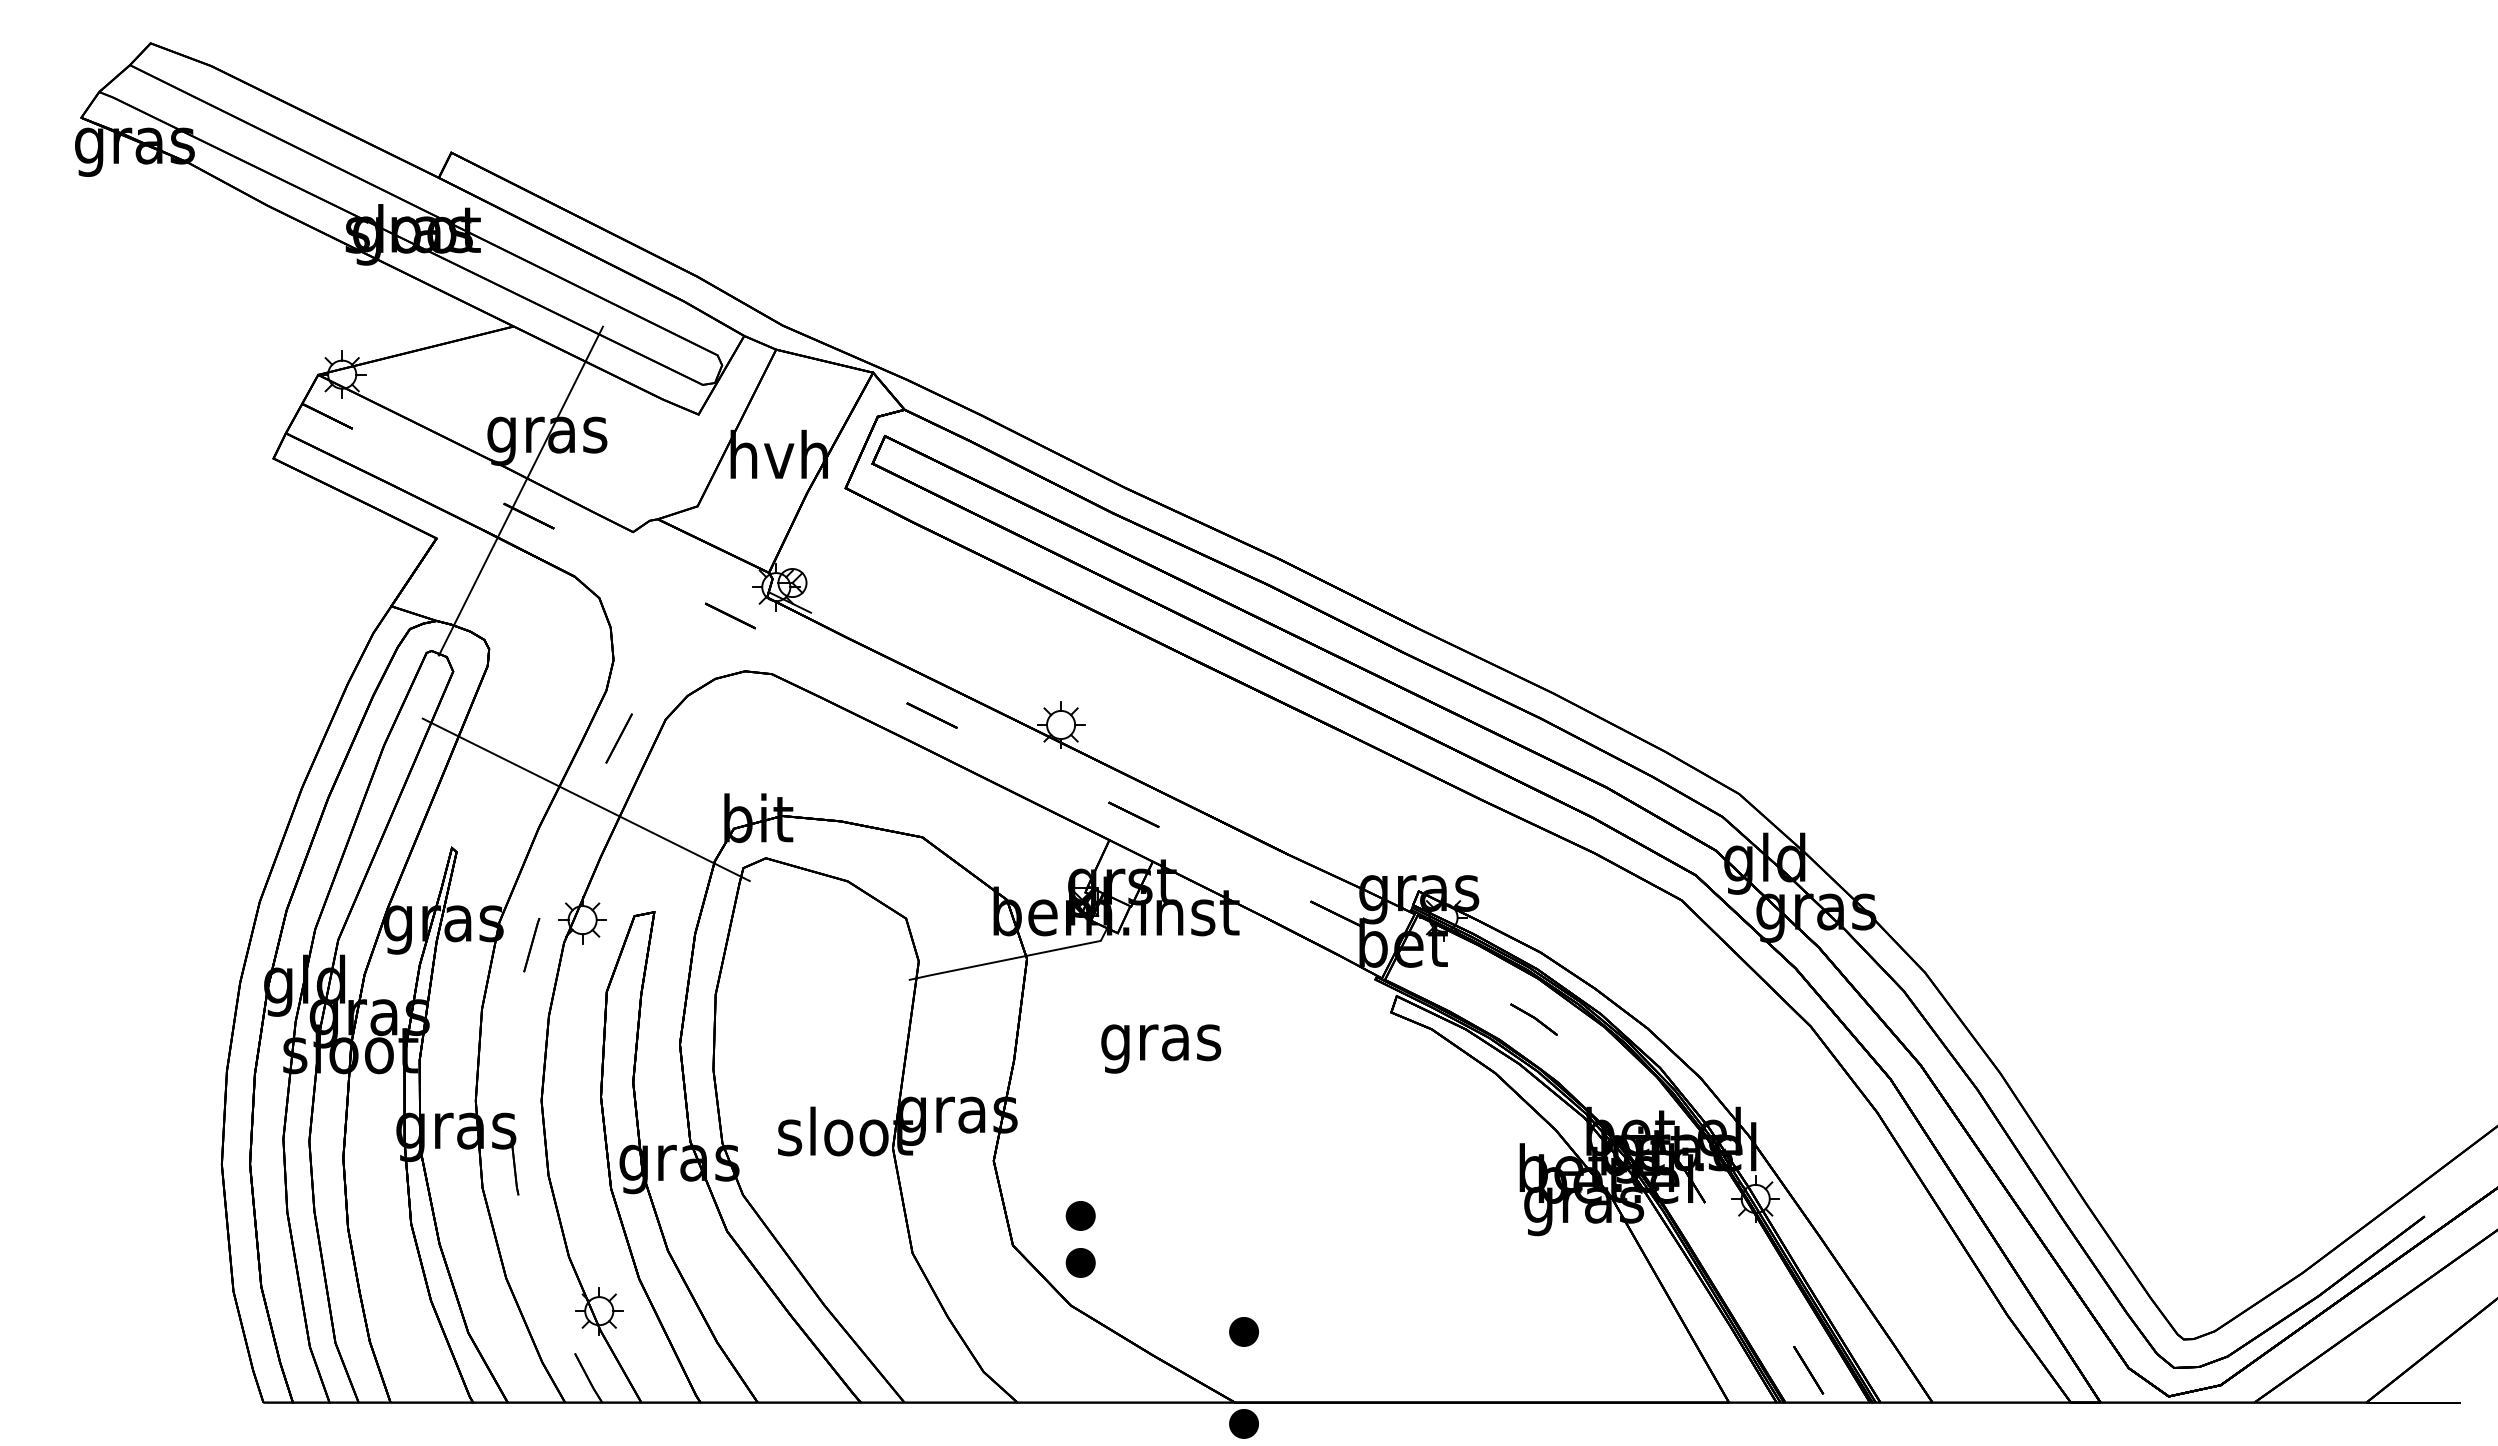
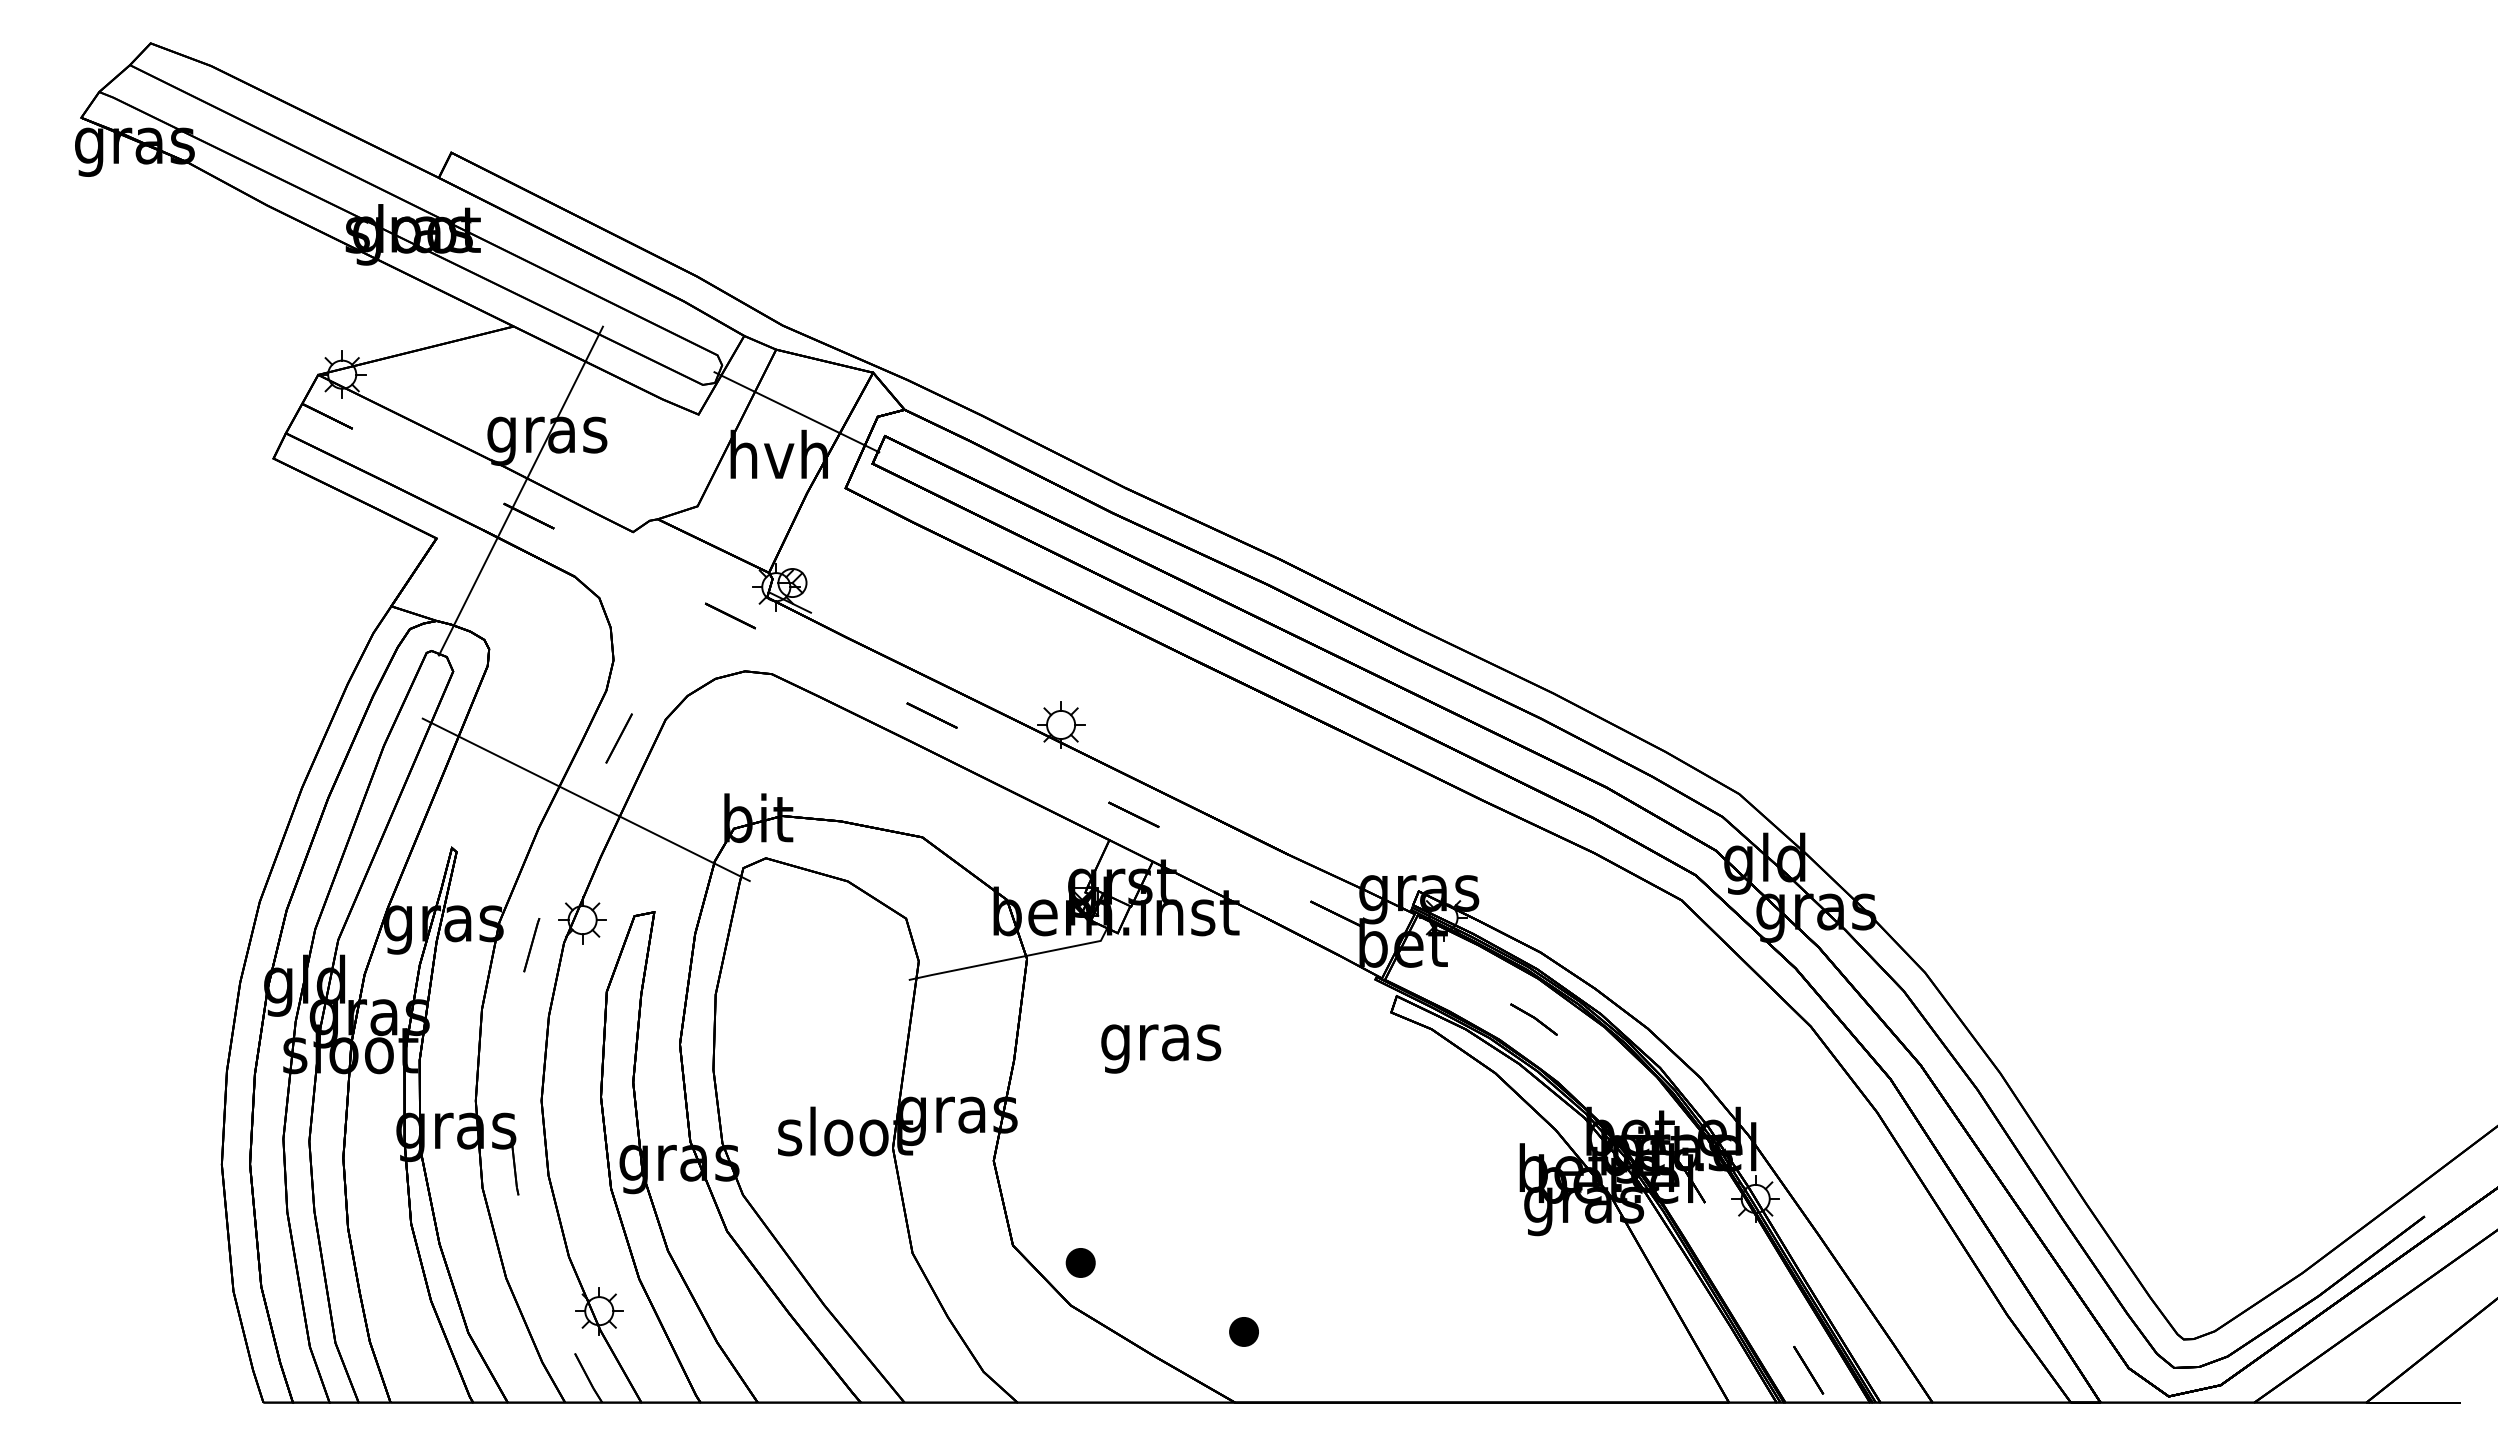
line at (796, 412): none -> present
part at (1080, 1215): present -> none
part at (1243, 1423): present -> none
